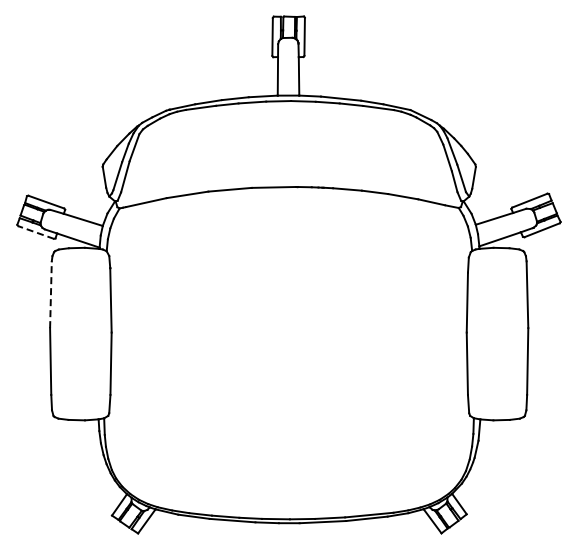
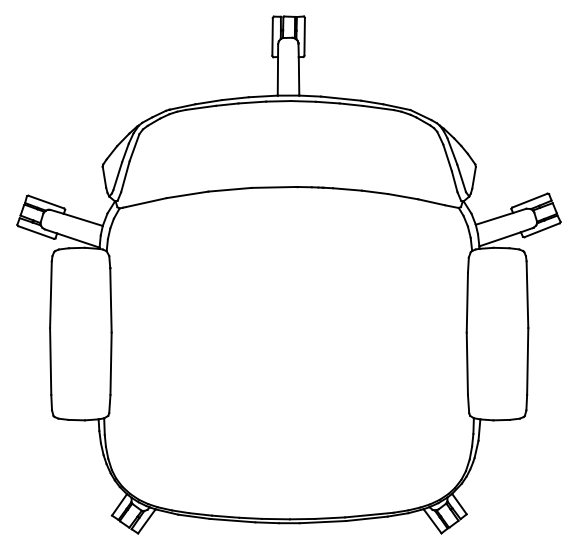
line at (36, 232): dashed -> solid
line at (50, 294): dashed -> solid
